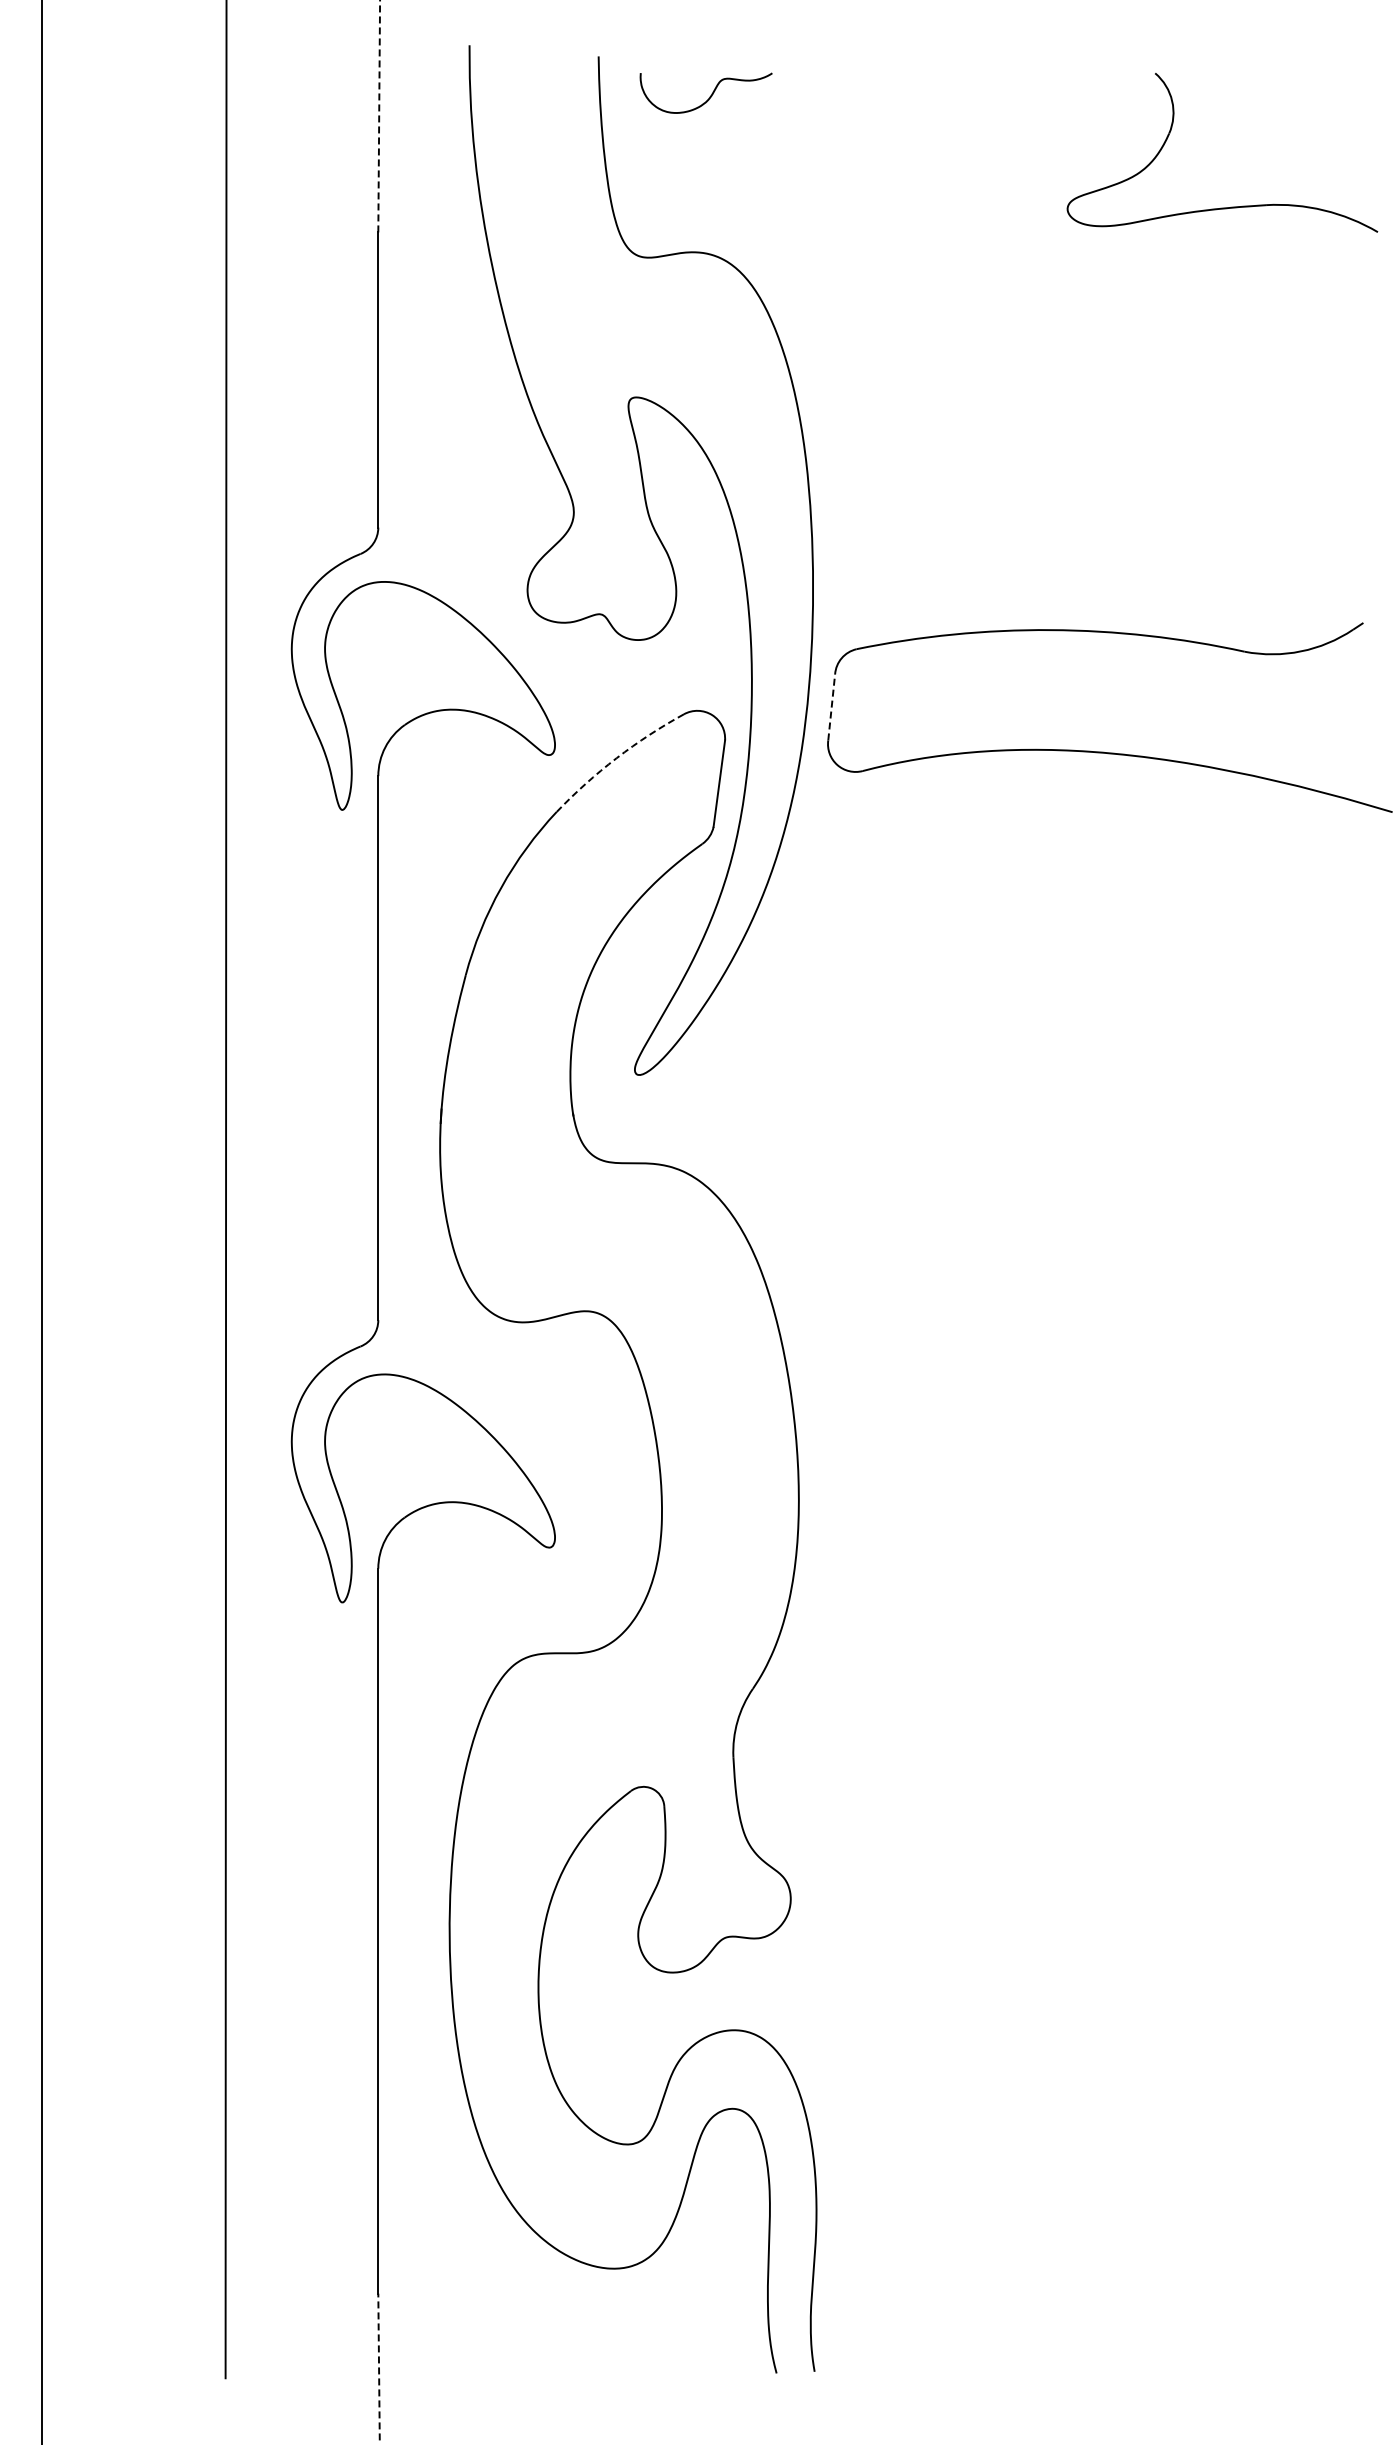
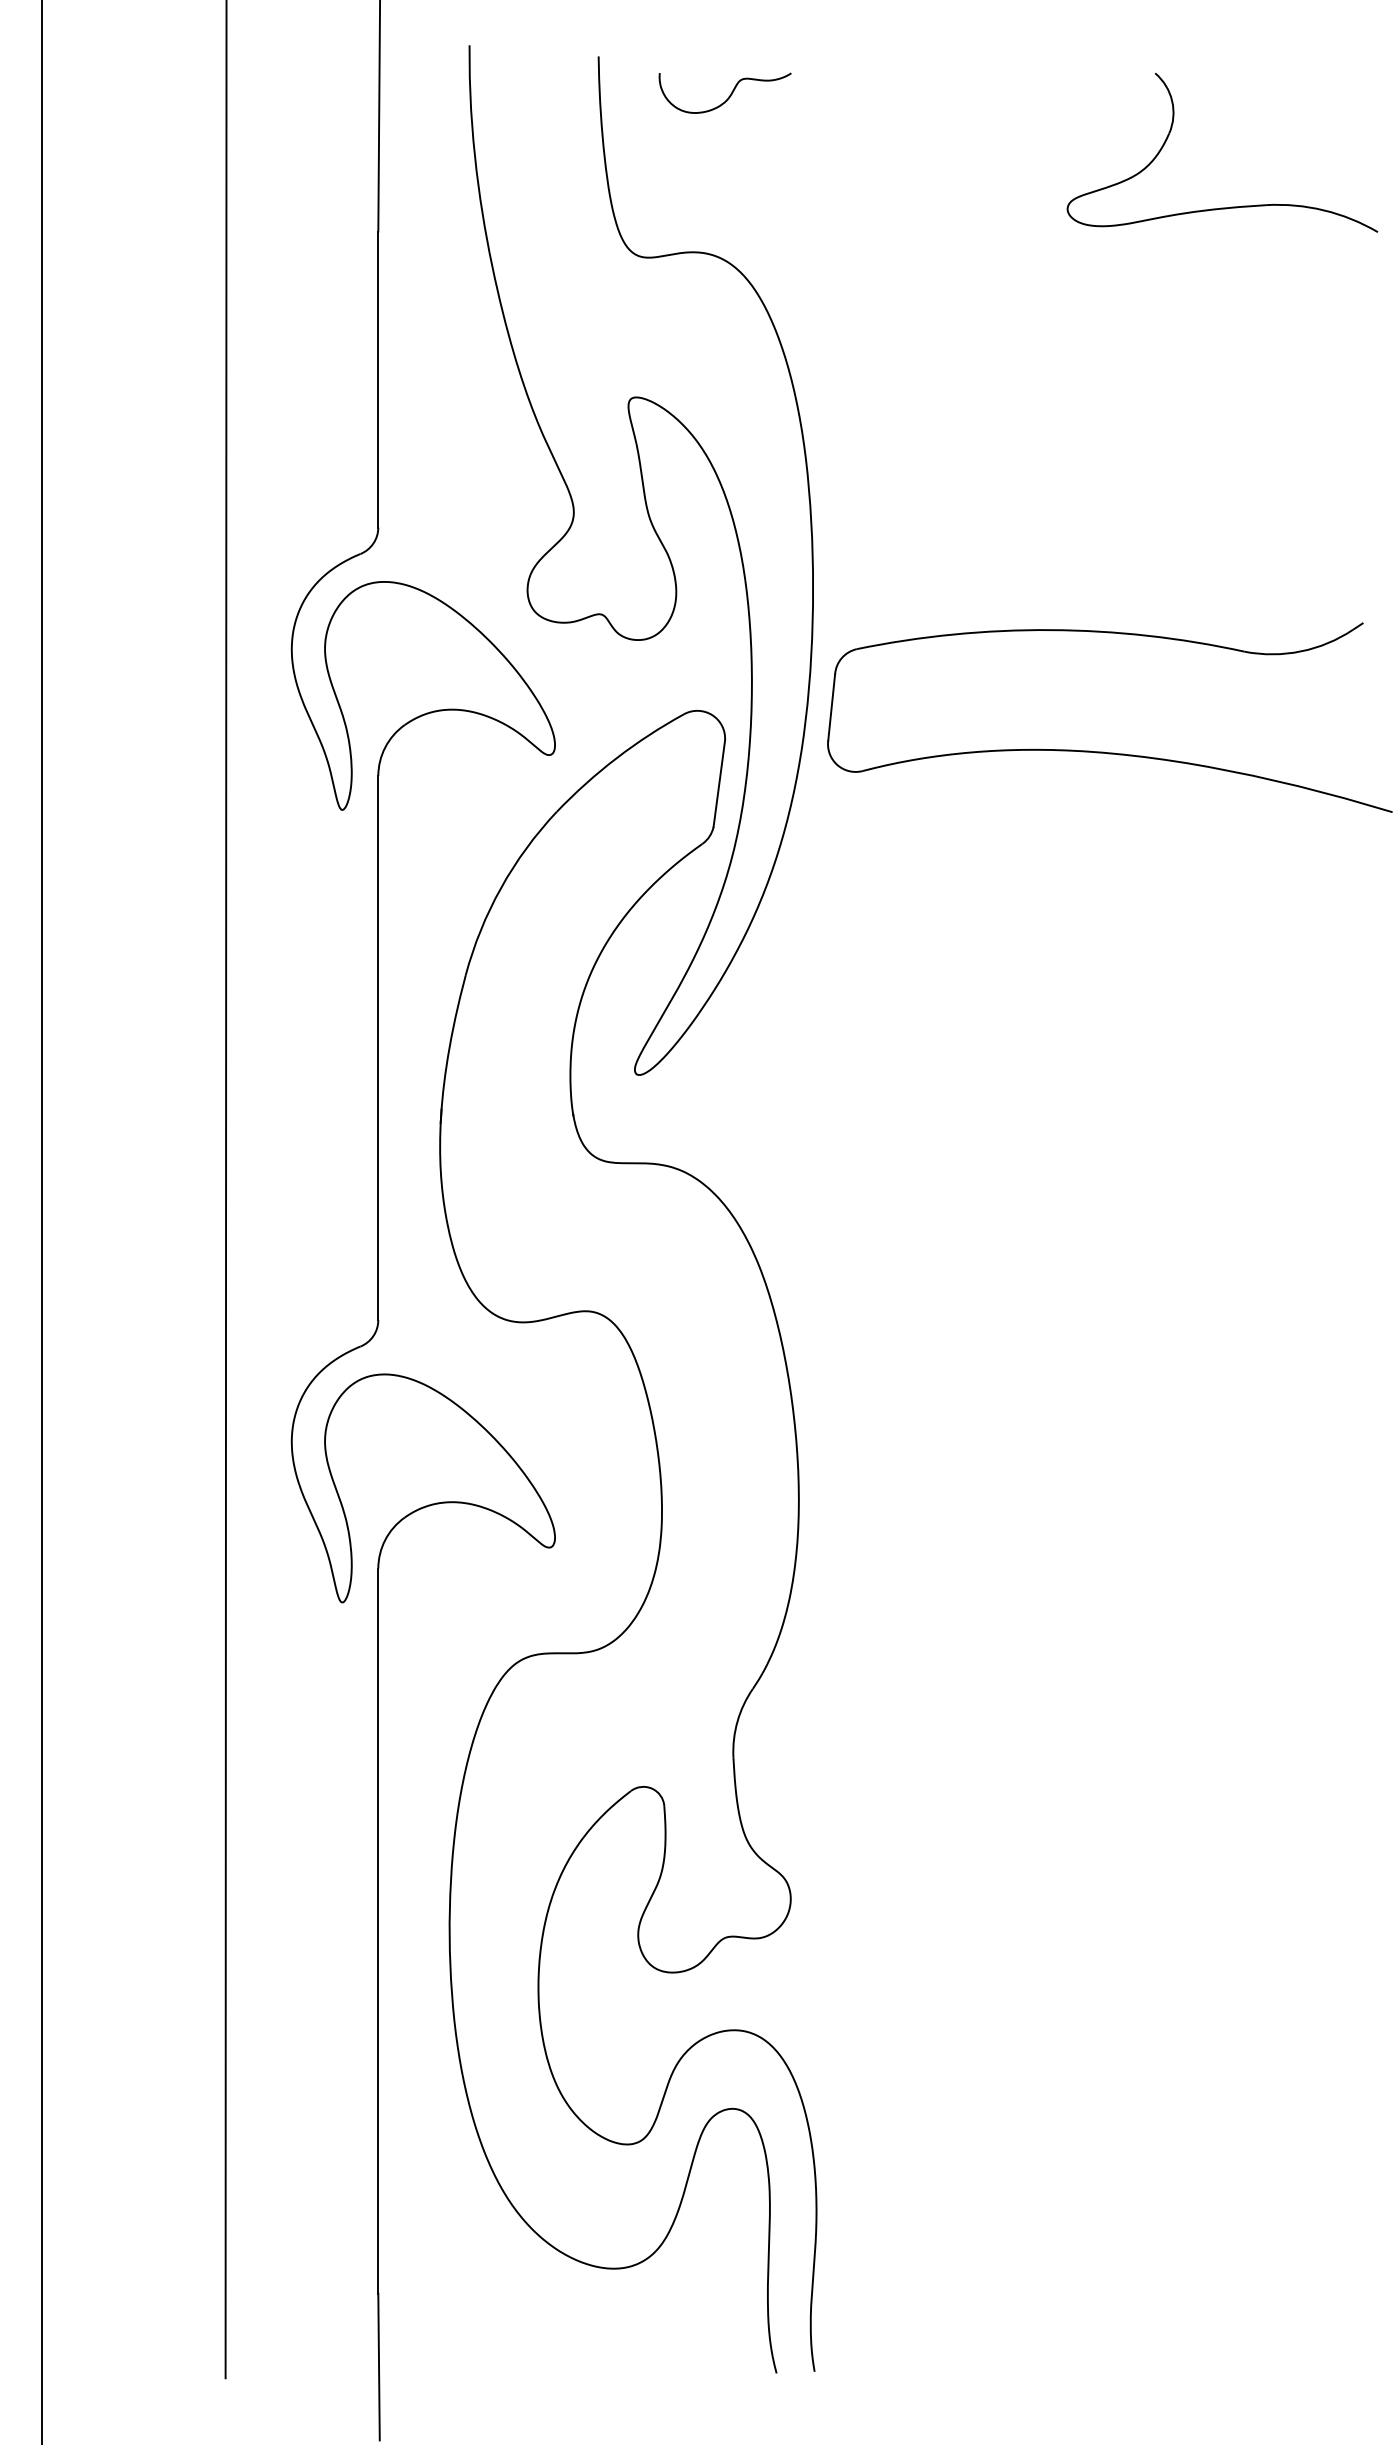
curve at (709, 96) position: (709, 96) -> (728, 96)
line at (379, 116): dashed -> solid
line at (831, 706): dashed -> solid
arc at (616, 758): dashed -> solid
line at (379, 2366): dashed -> solid
